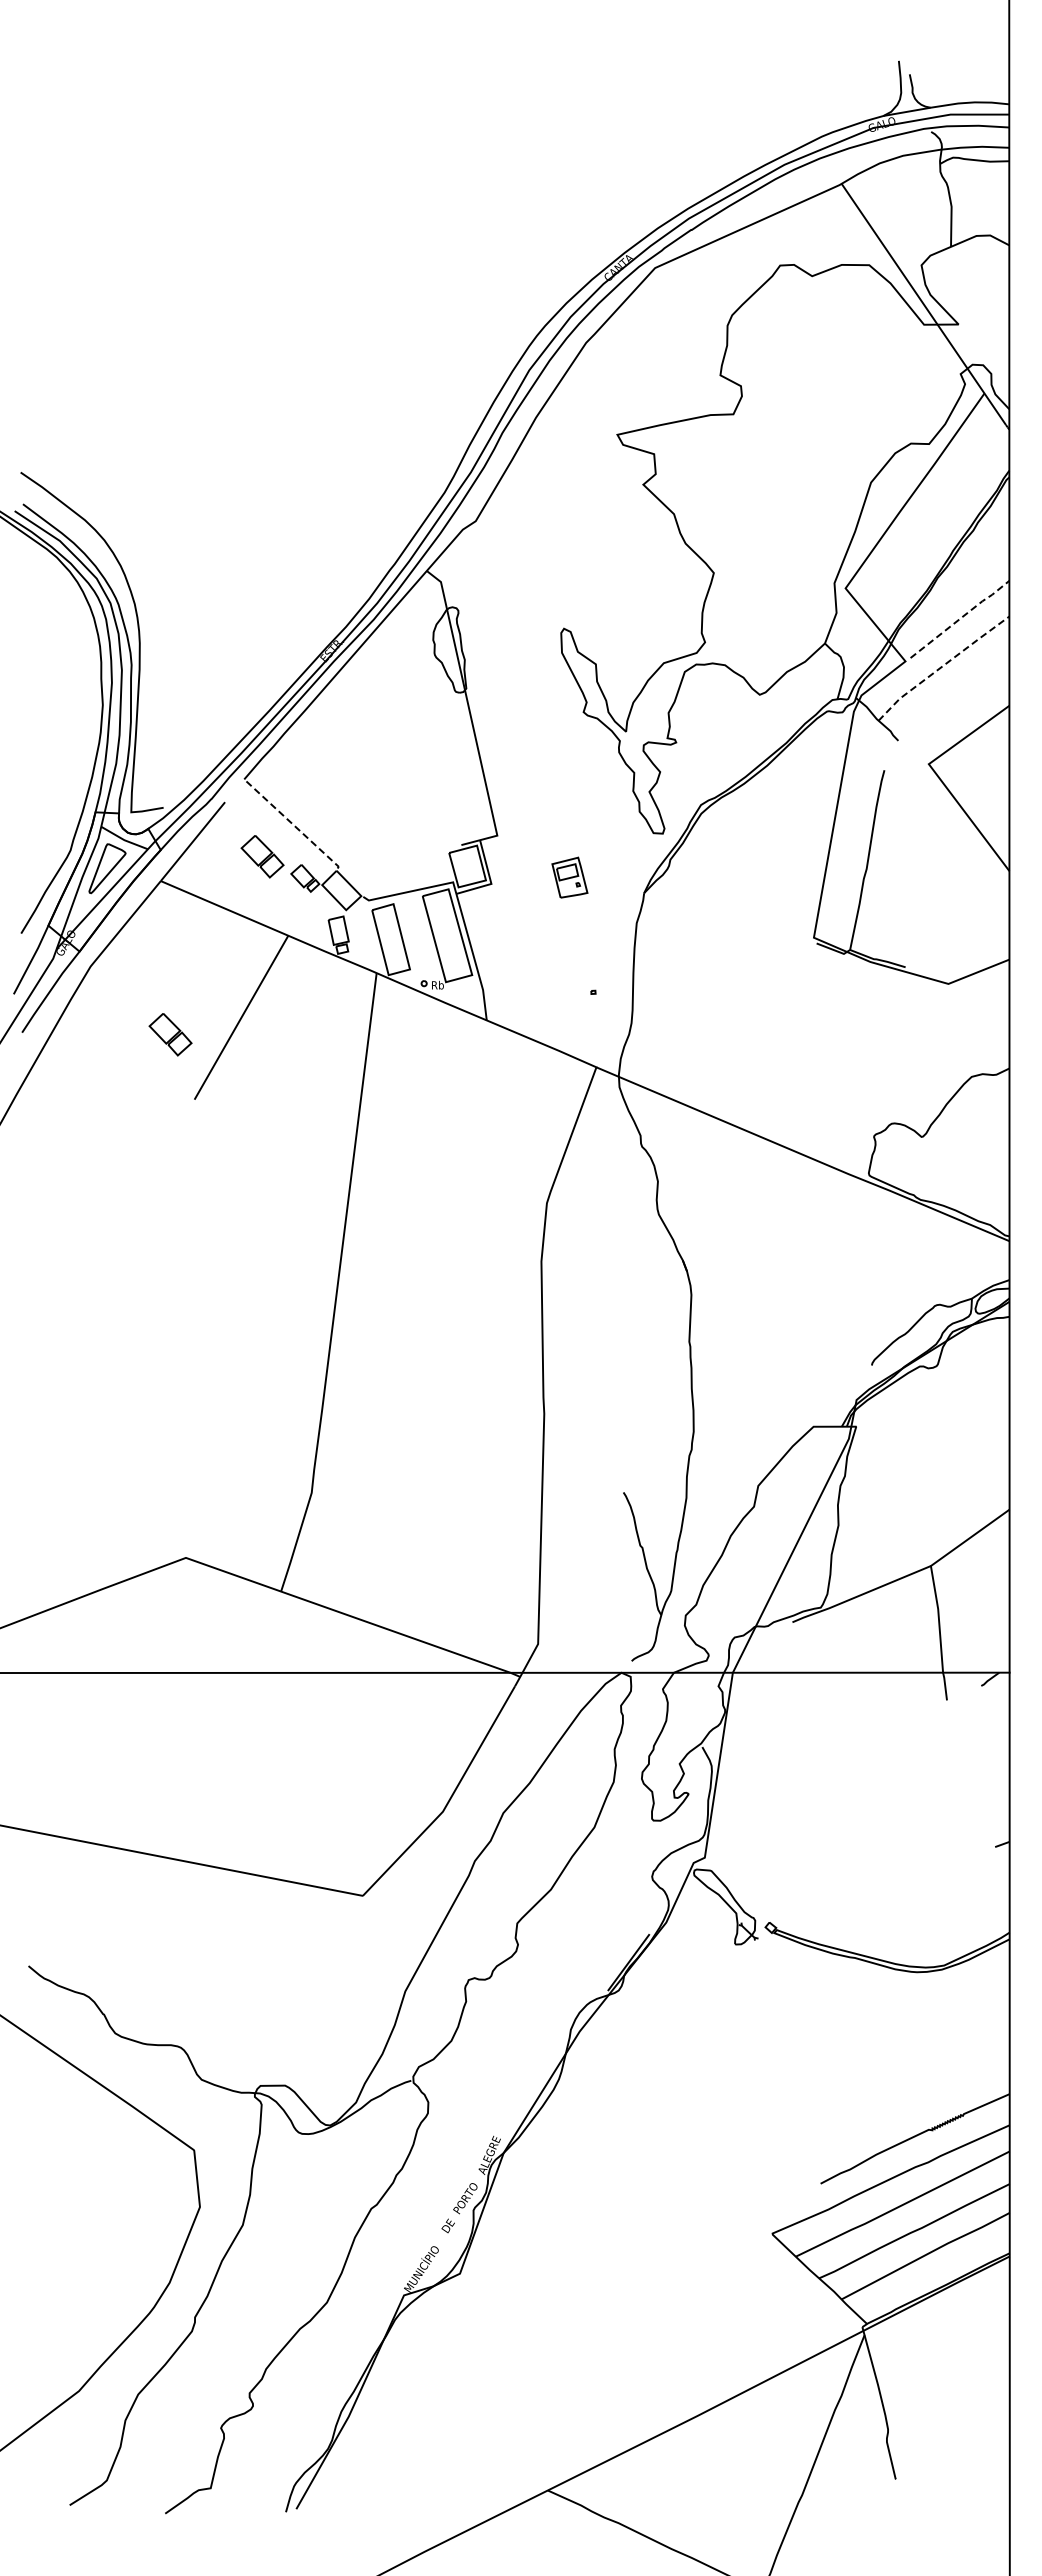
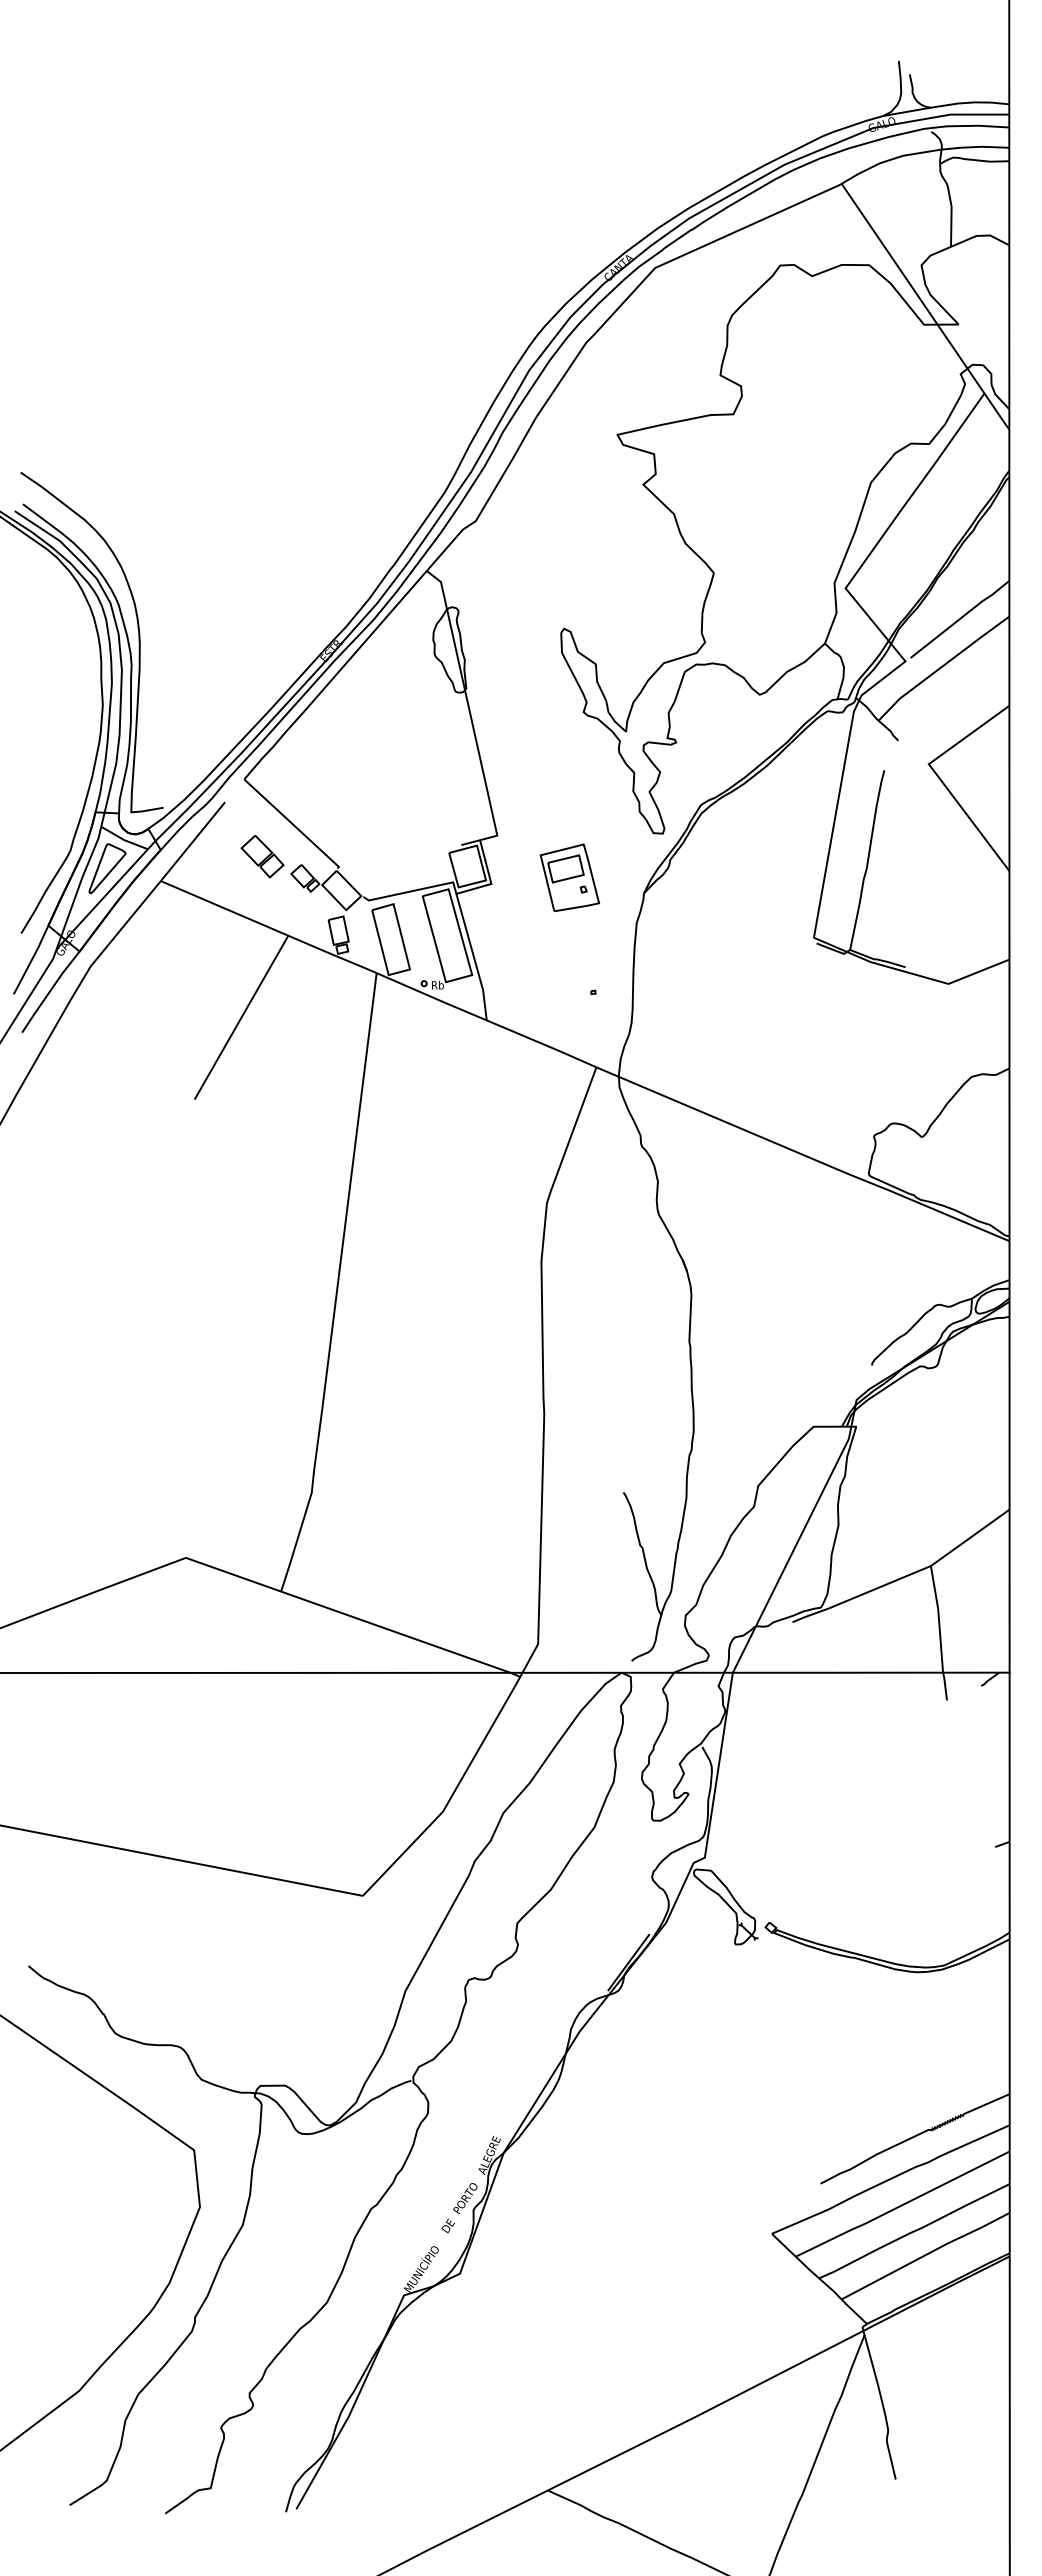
line at (961, 617): dashed -> solid
line at (942, 666): dashed -> solid
line at (292, 824): dashed -> solid
part at (569, 877) size: 38x43 px -> 62x69 px
part at (170, 1034): present -> none
